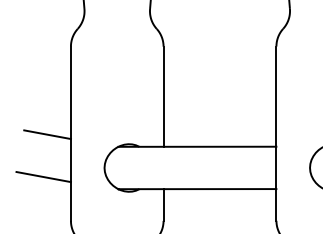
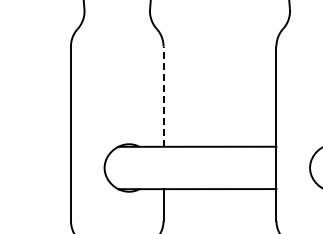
line at (163, 96): solid -> dashed
line at (47, 134): present -> none
line at (43, 177): present -> none
